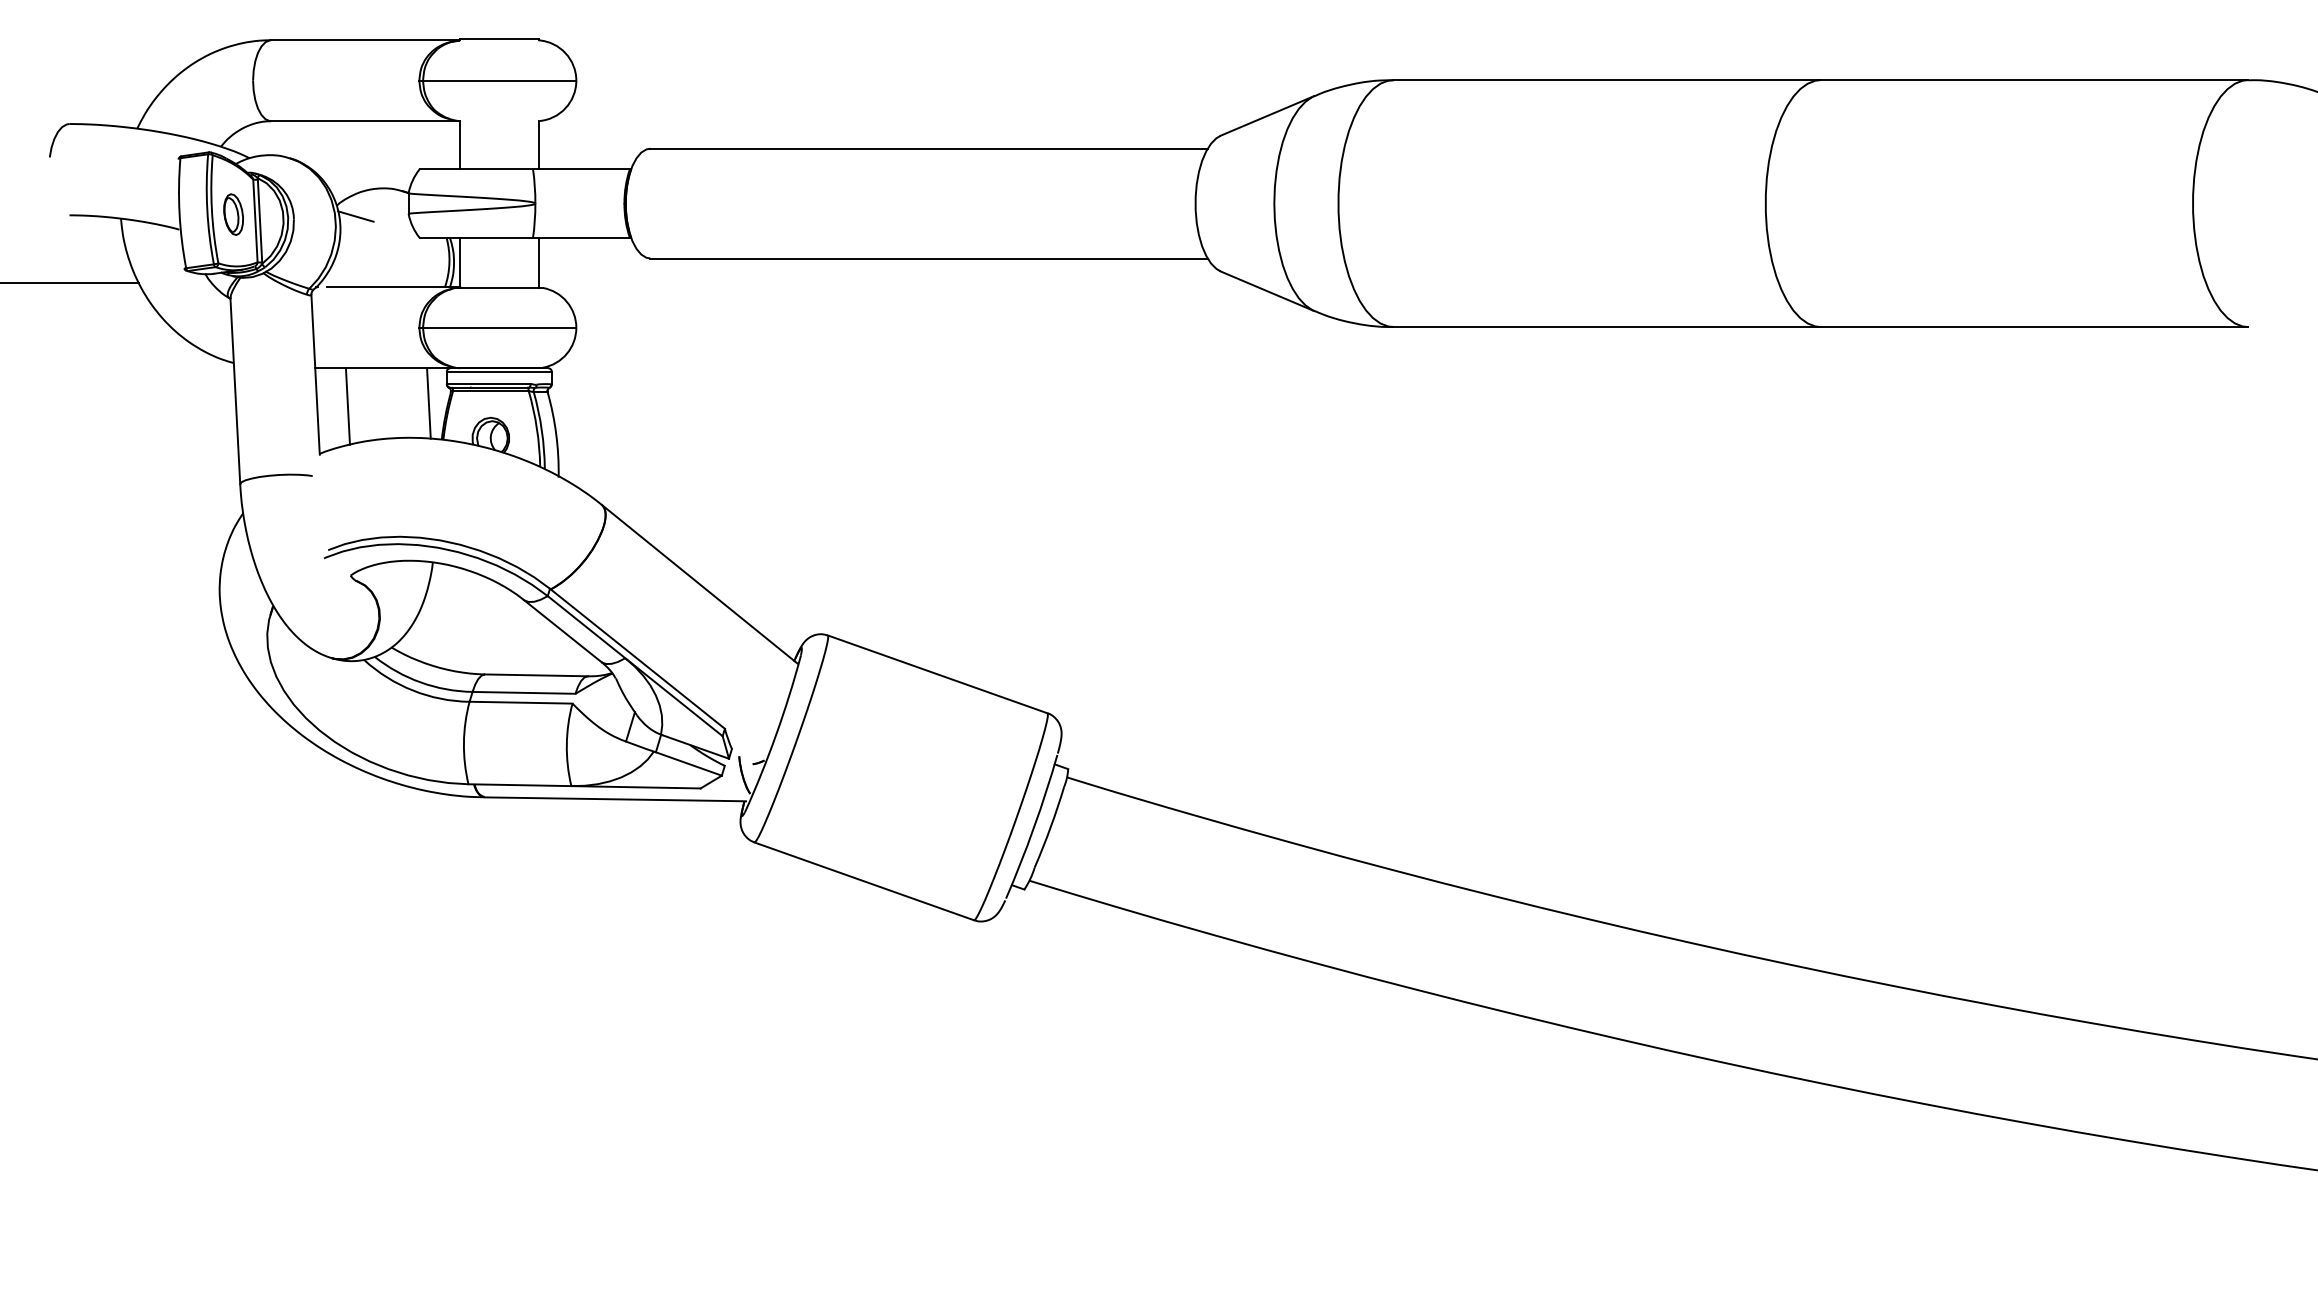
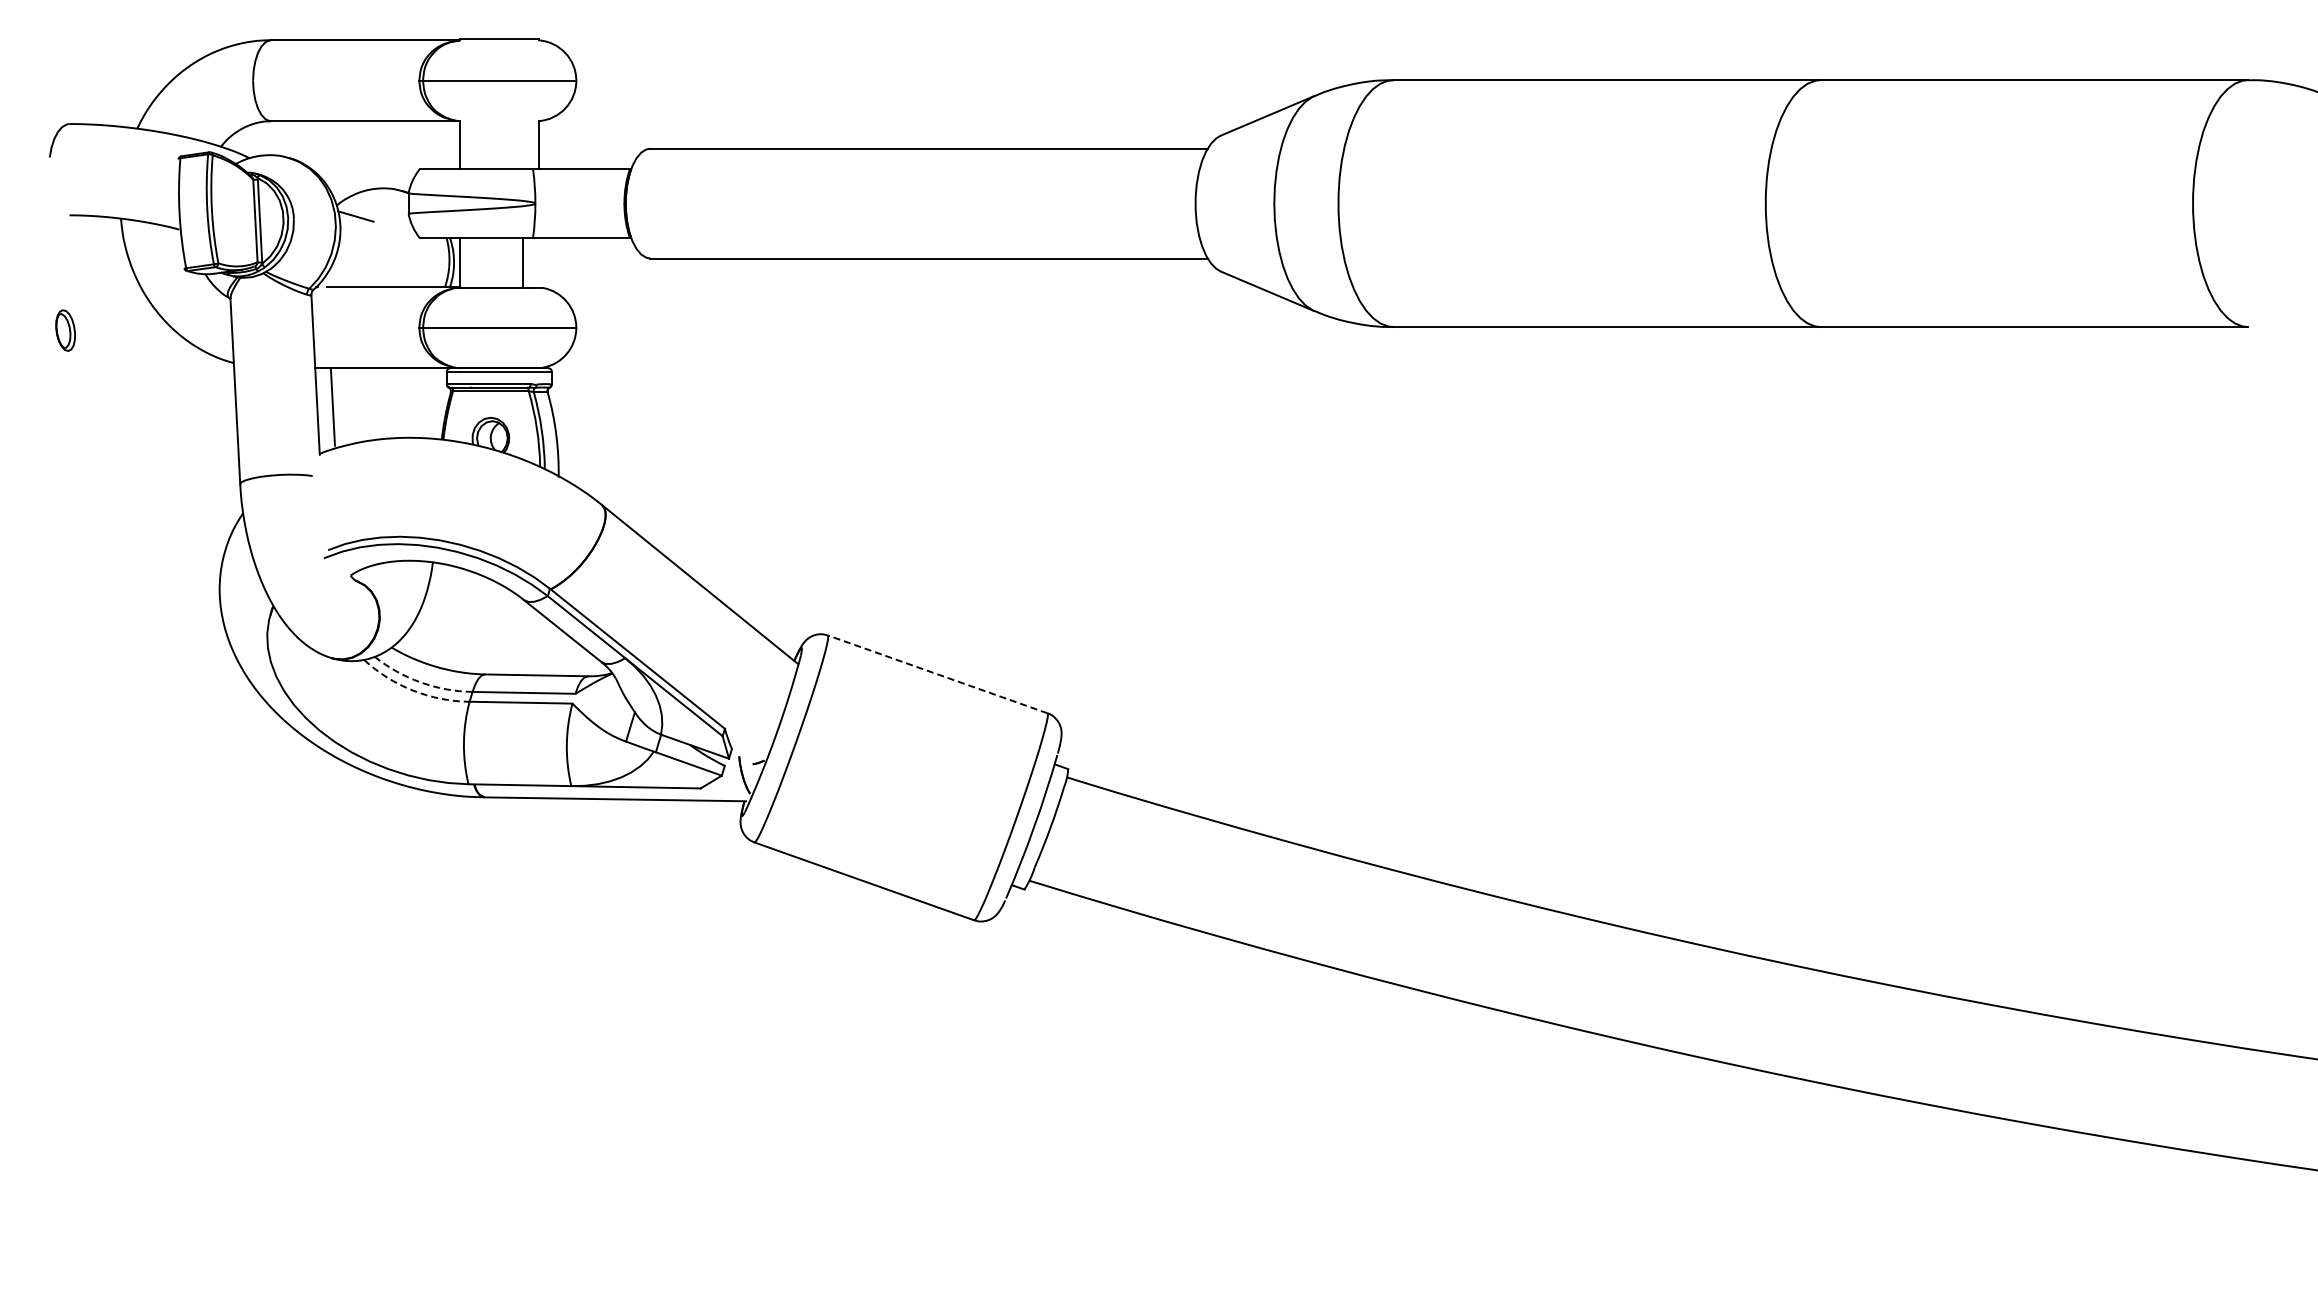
part at (233, 214) position: (233, 214) -> (65, 330)
line at (538, 262) position: (538, 262) -> (522, 262)
line at (70, 283): present -> none
line at (428, 403): present -> none
line at (347, 406) position: (347, 406) -> (332, 407)
line at (937, 674): solid -> dashed
arc at (420, 682): solid -> dashed
arc at (413, 690): solid -> dashed
